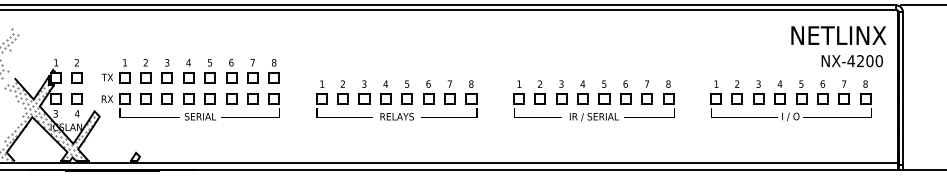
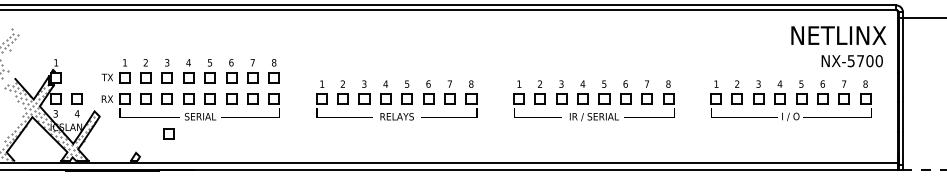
line at (921, 5) position: (921, 5) -> (921, 18)
text at (855, 61): NX-4200 -> NX-5700
part at (76, 71): present -> none
part at (168, 133): none -> present
line at (924, 169): solid -> dashed
